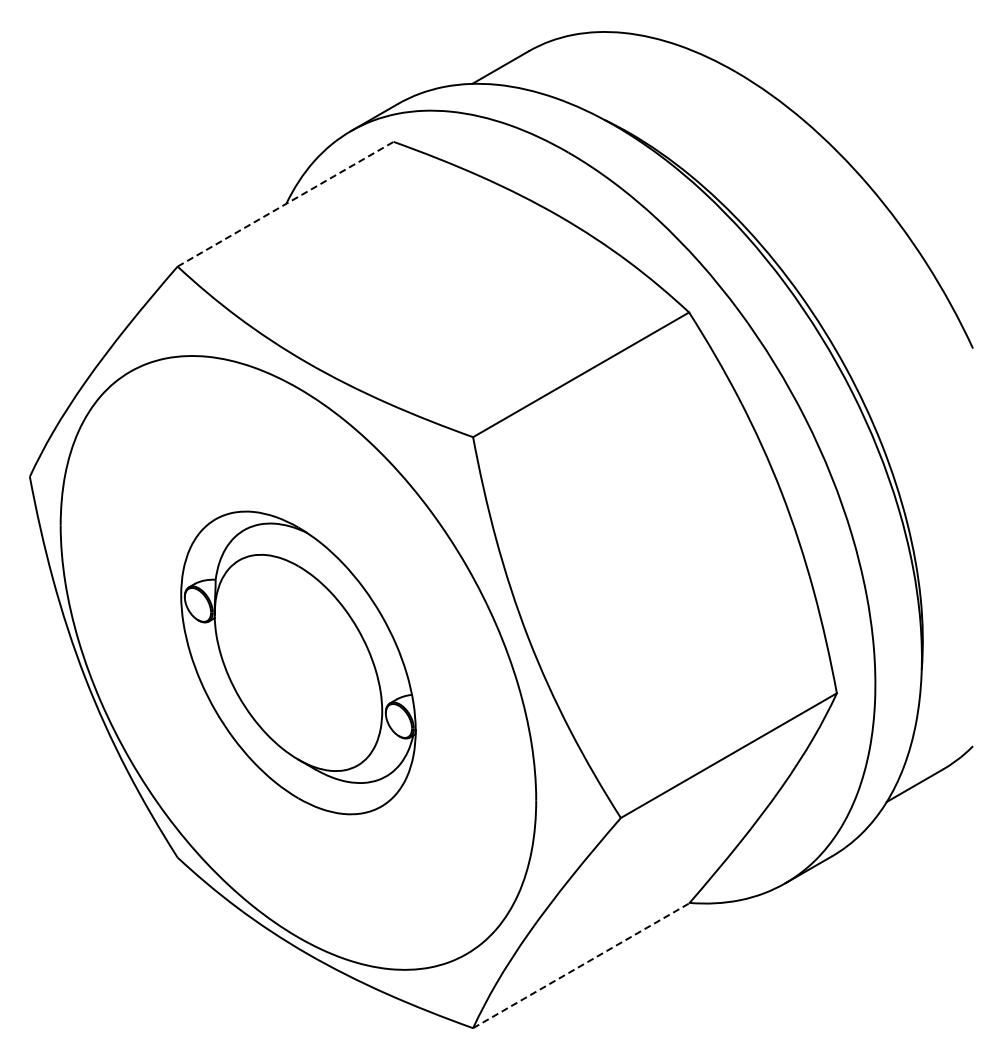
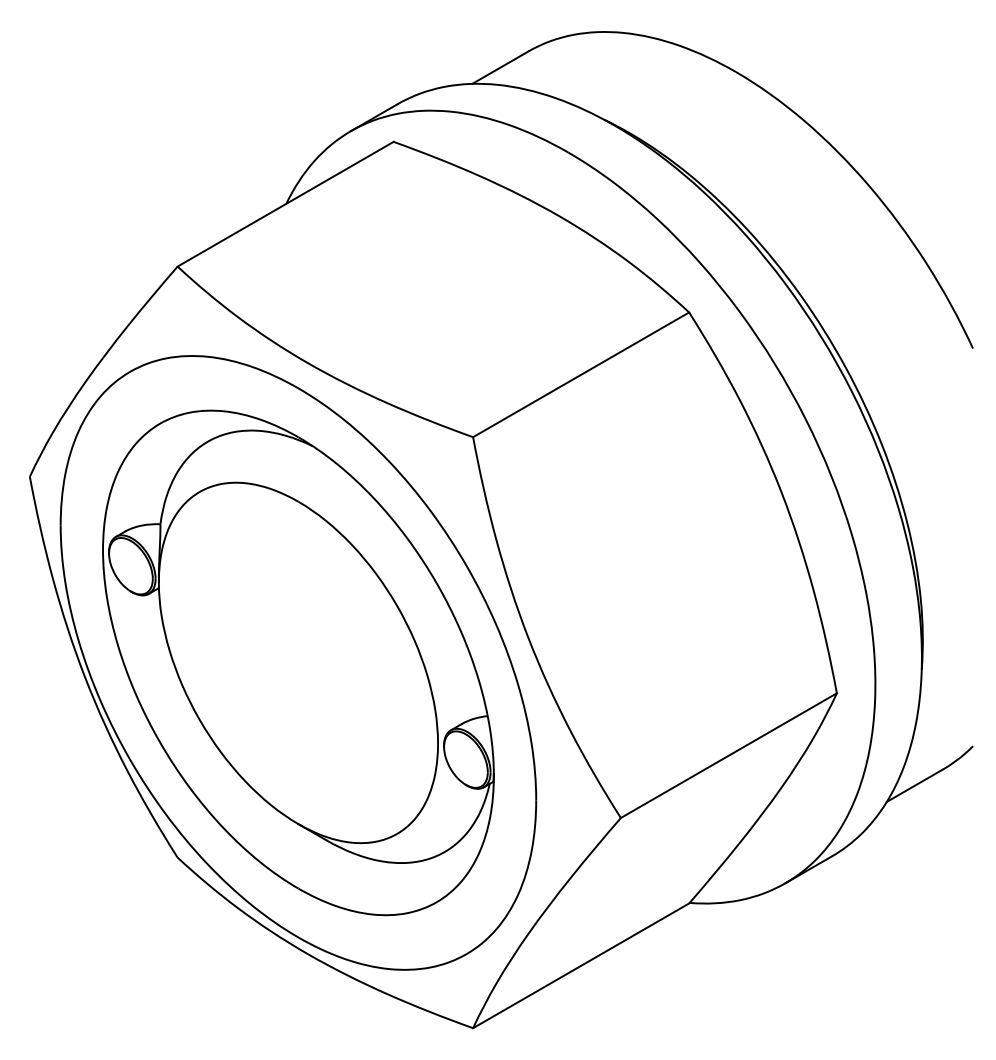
line at (285, 204): dashed -> solid
part at (298, 662) size: 237x306 px -> 393x508 px
line at (581, 965): dashed -> solid
